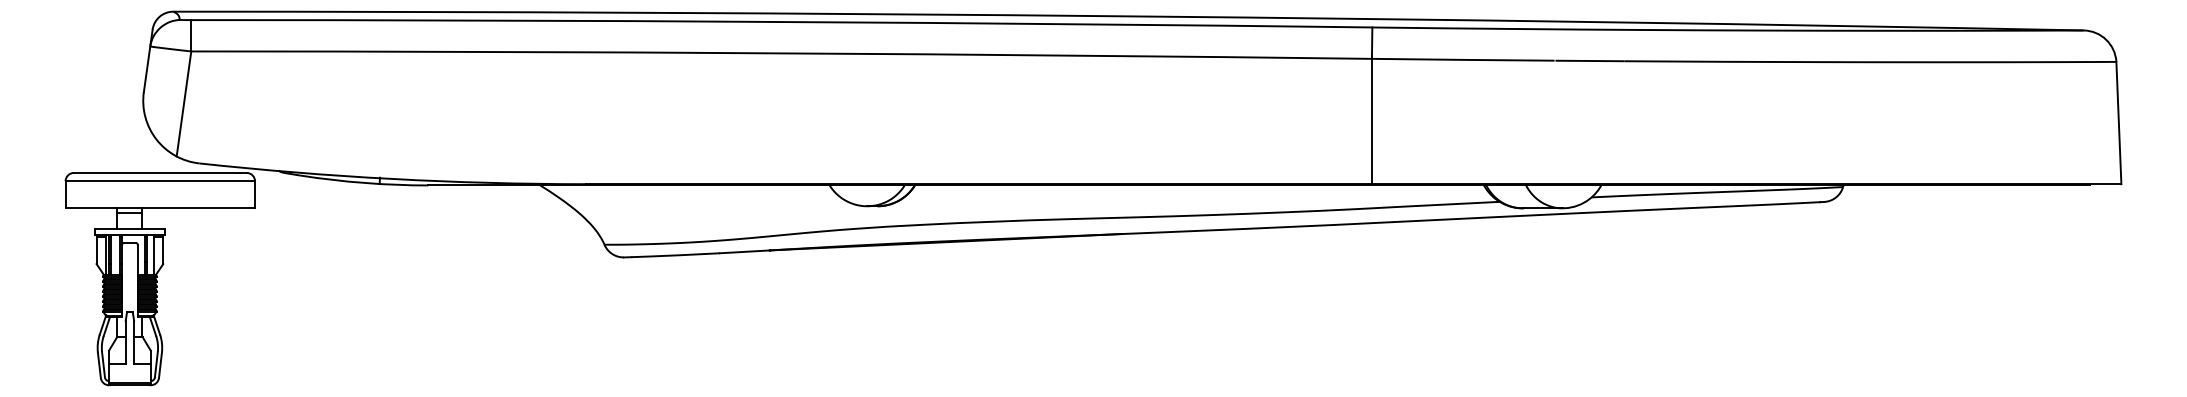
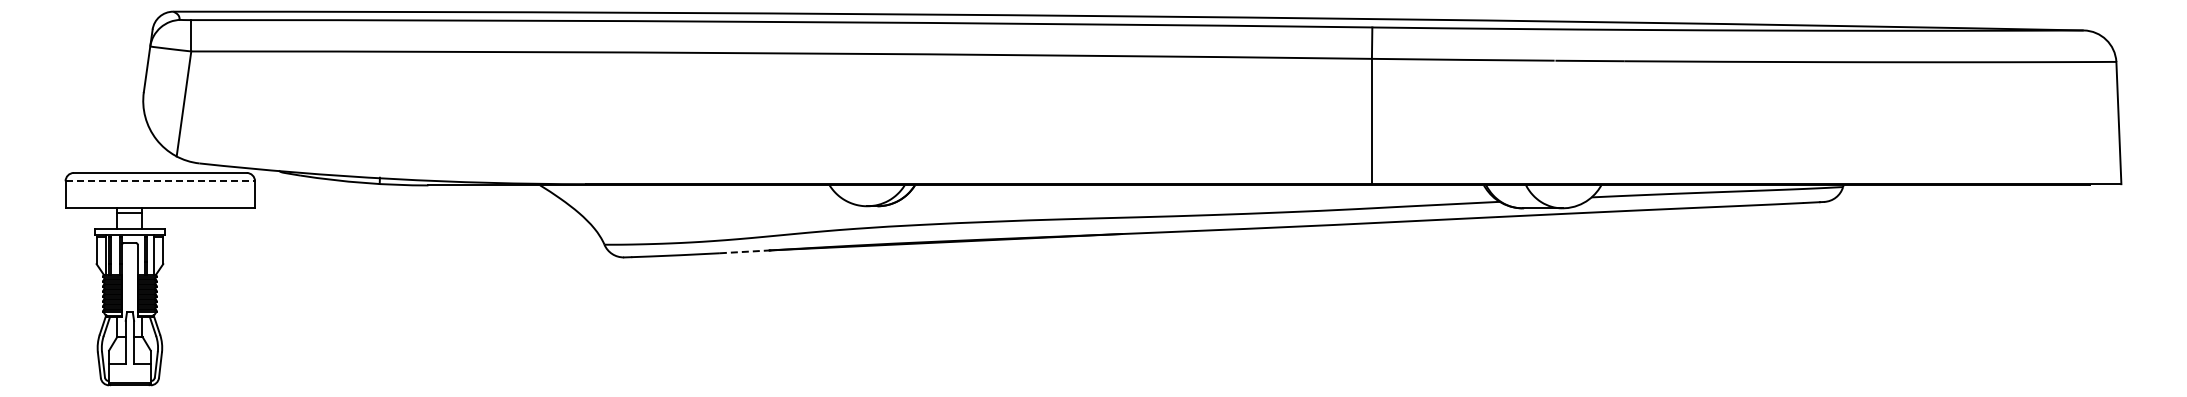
line at (160, 181): solid -> dashed
line at (745, 251): solid -> dashed
